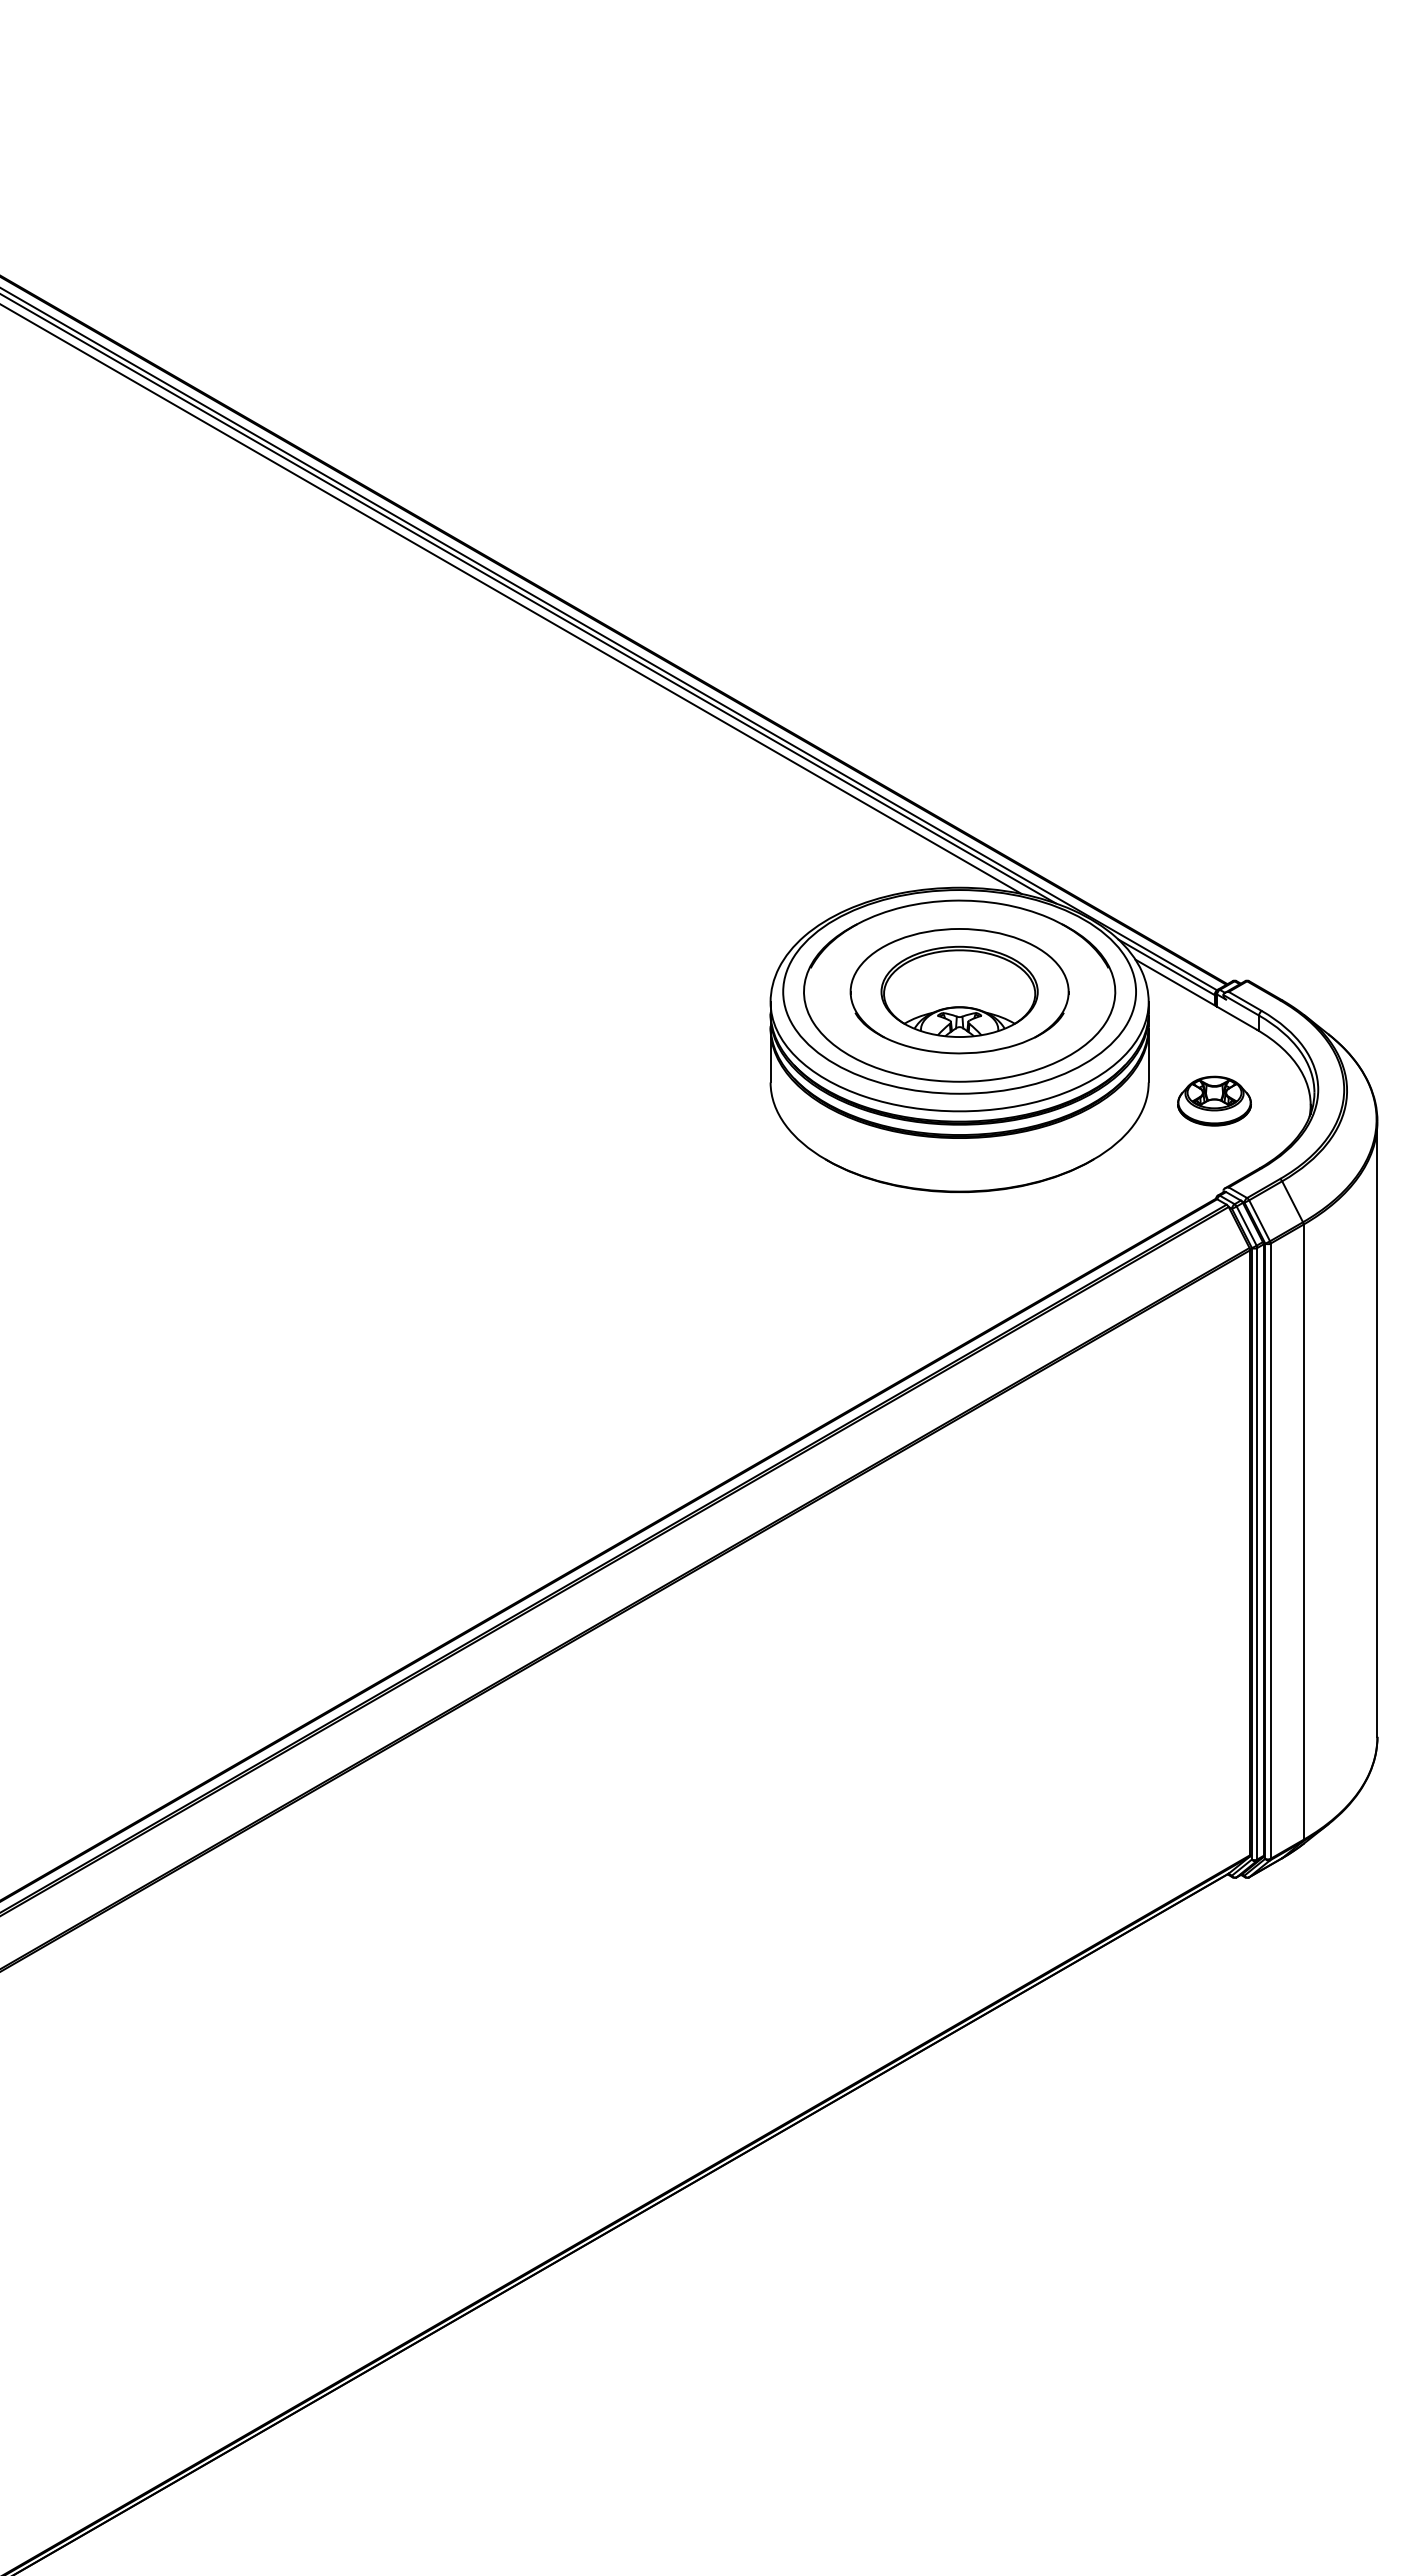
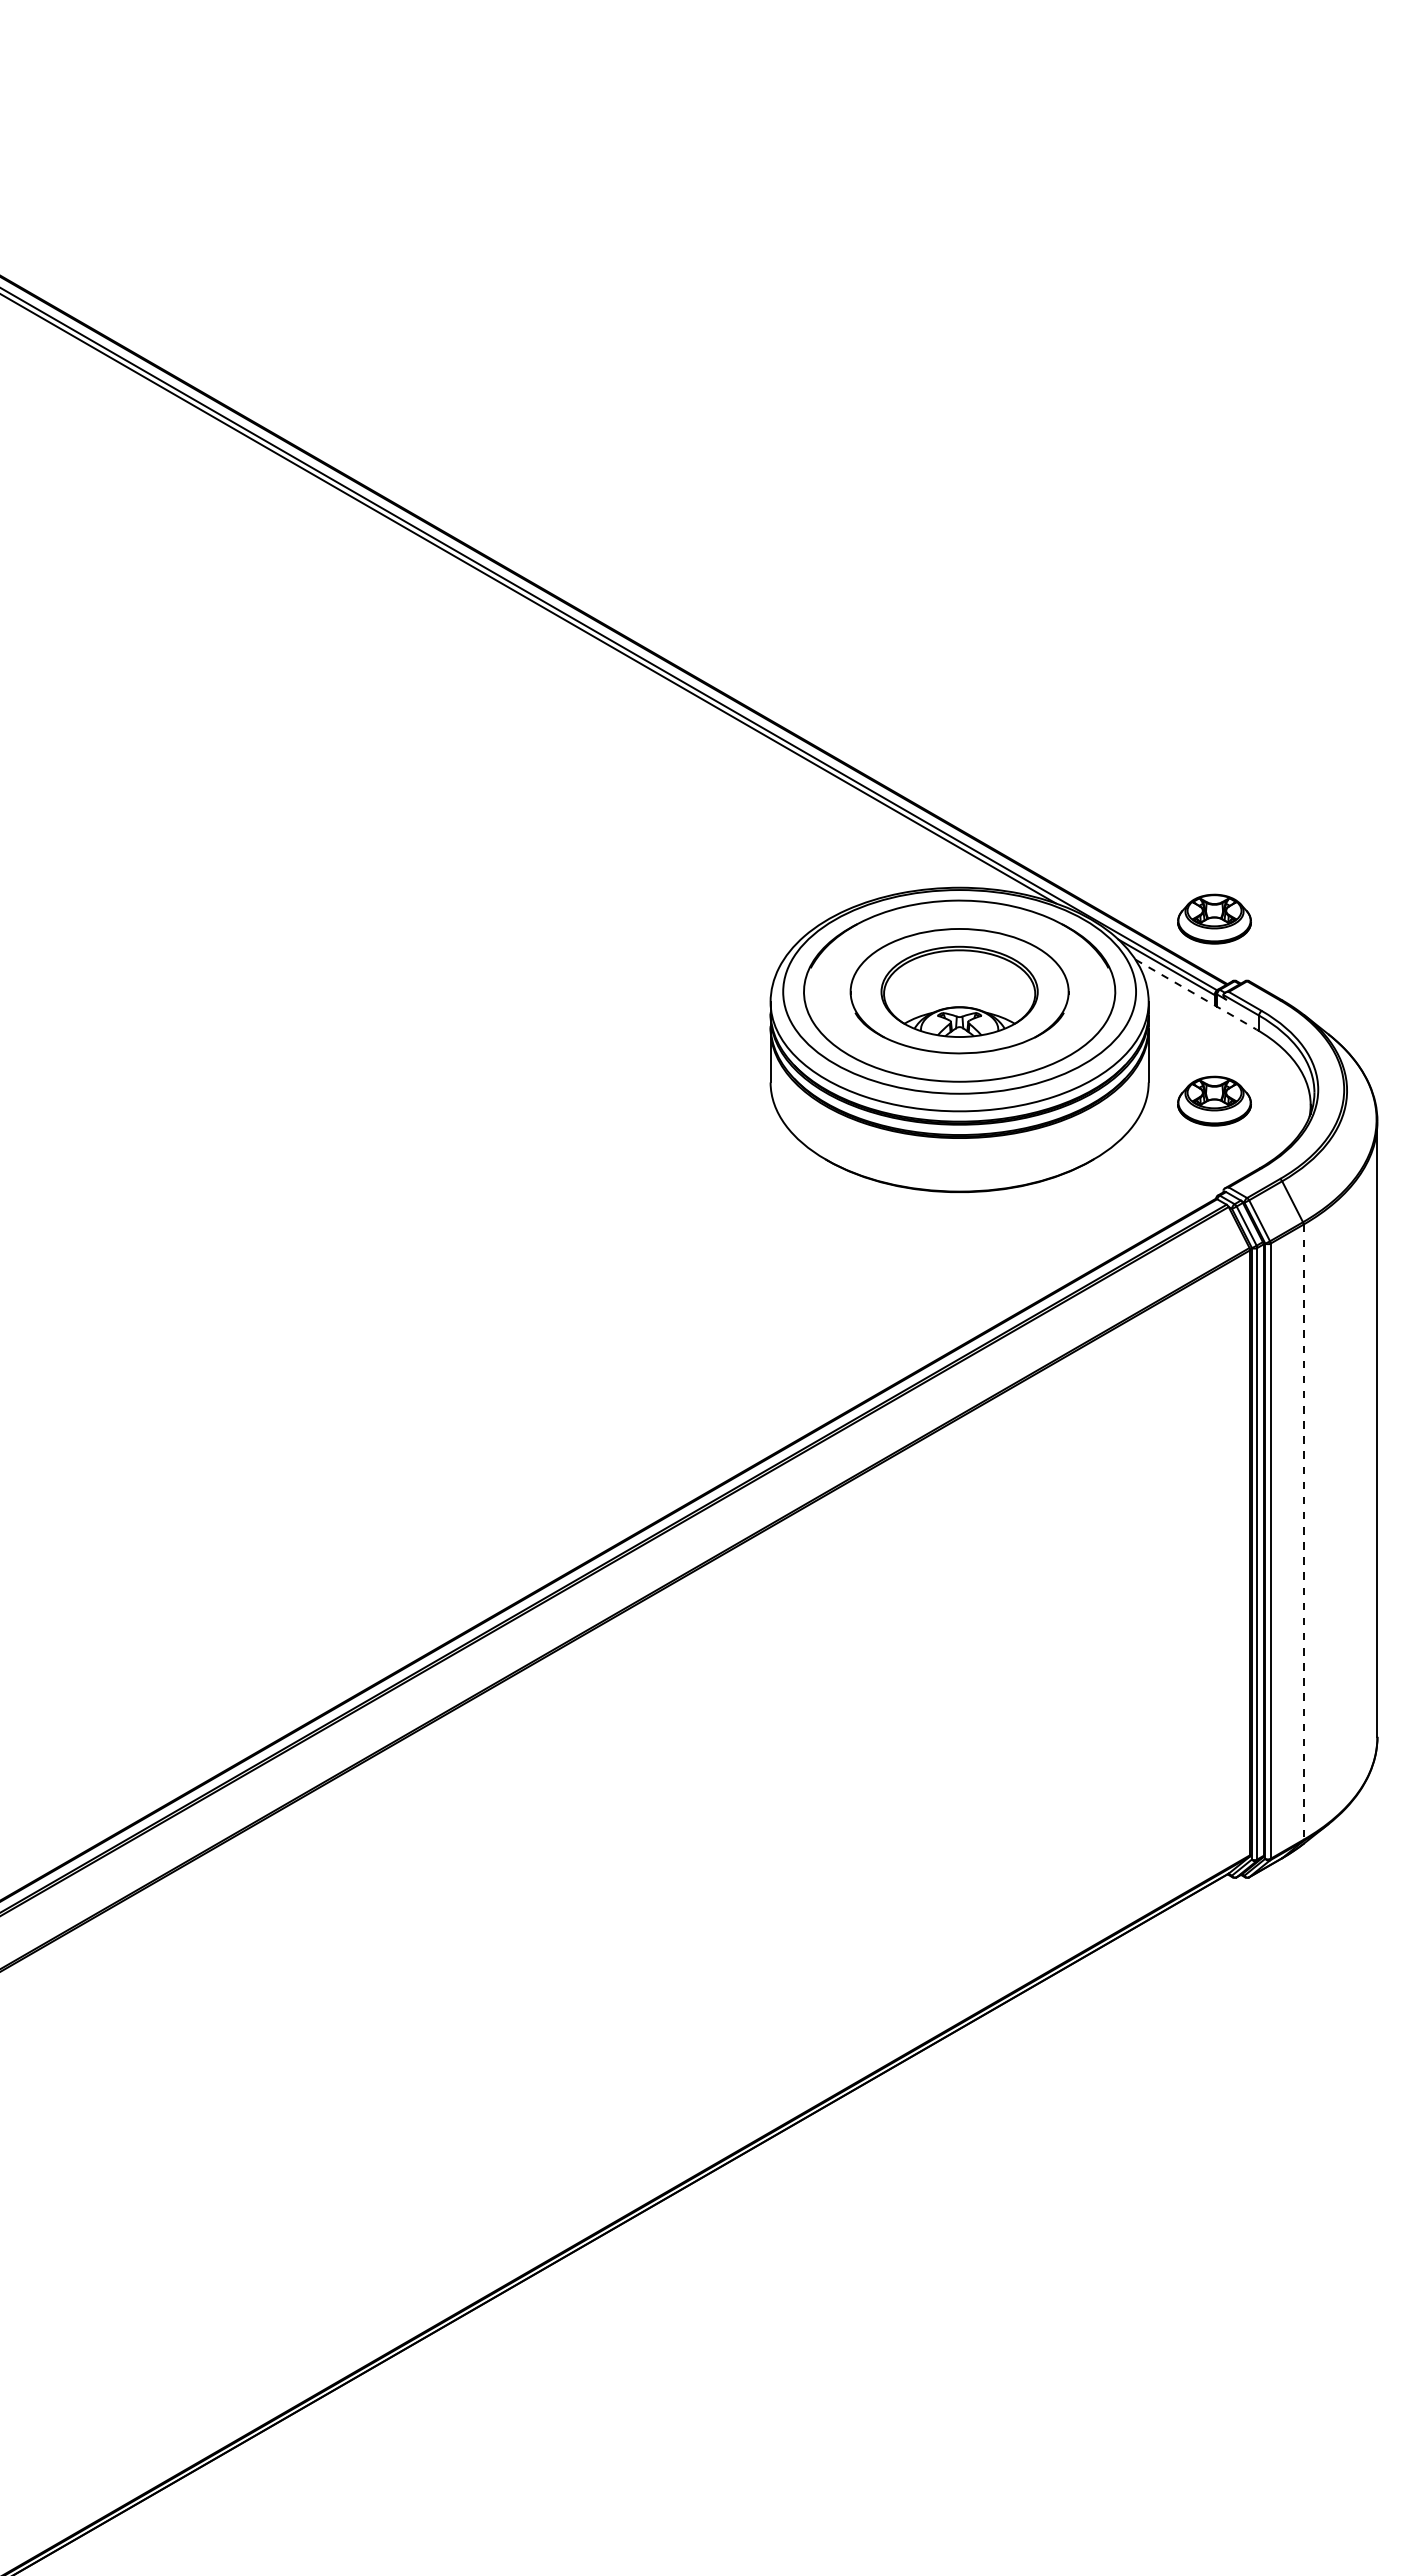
line at (511, 599): present -> none
part at (1214, 918): none -> present
line at (1195, 994): solid -> dashed
line at (1303, 1532): solid -> dashed
